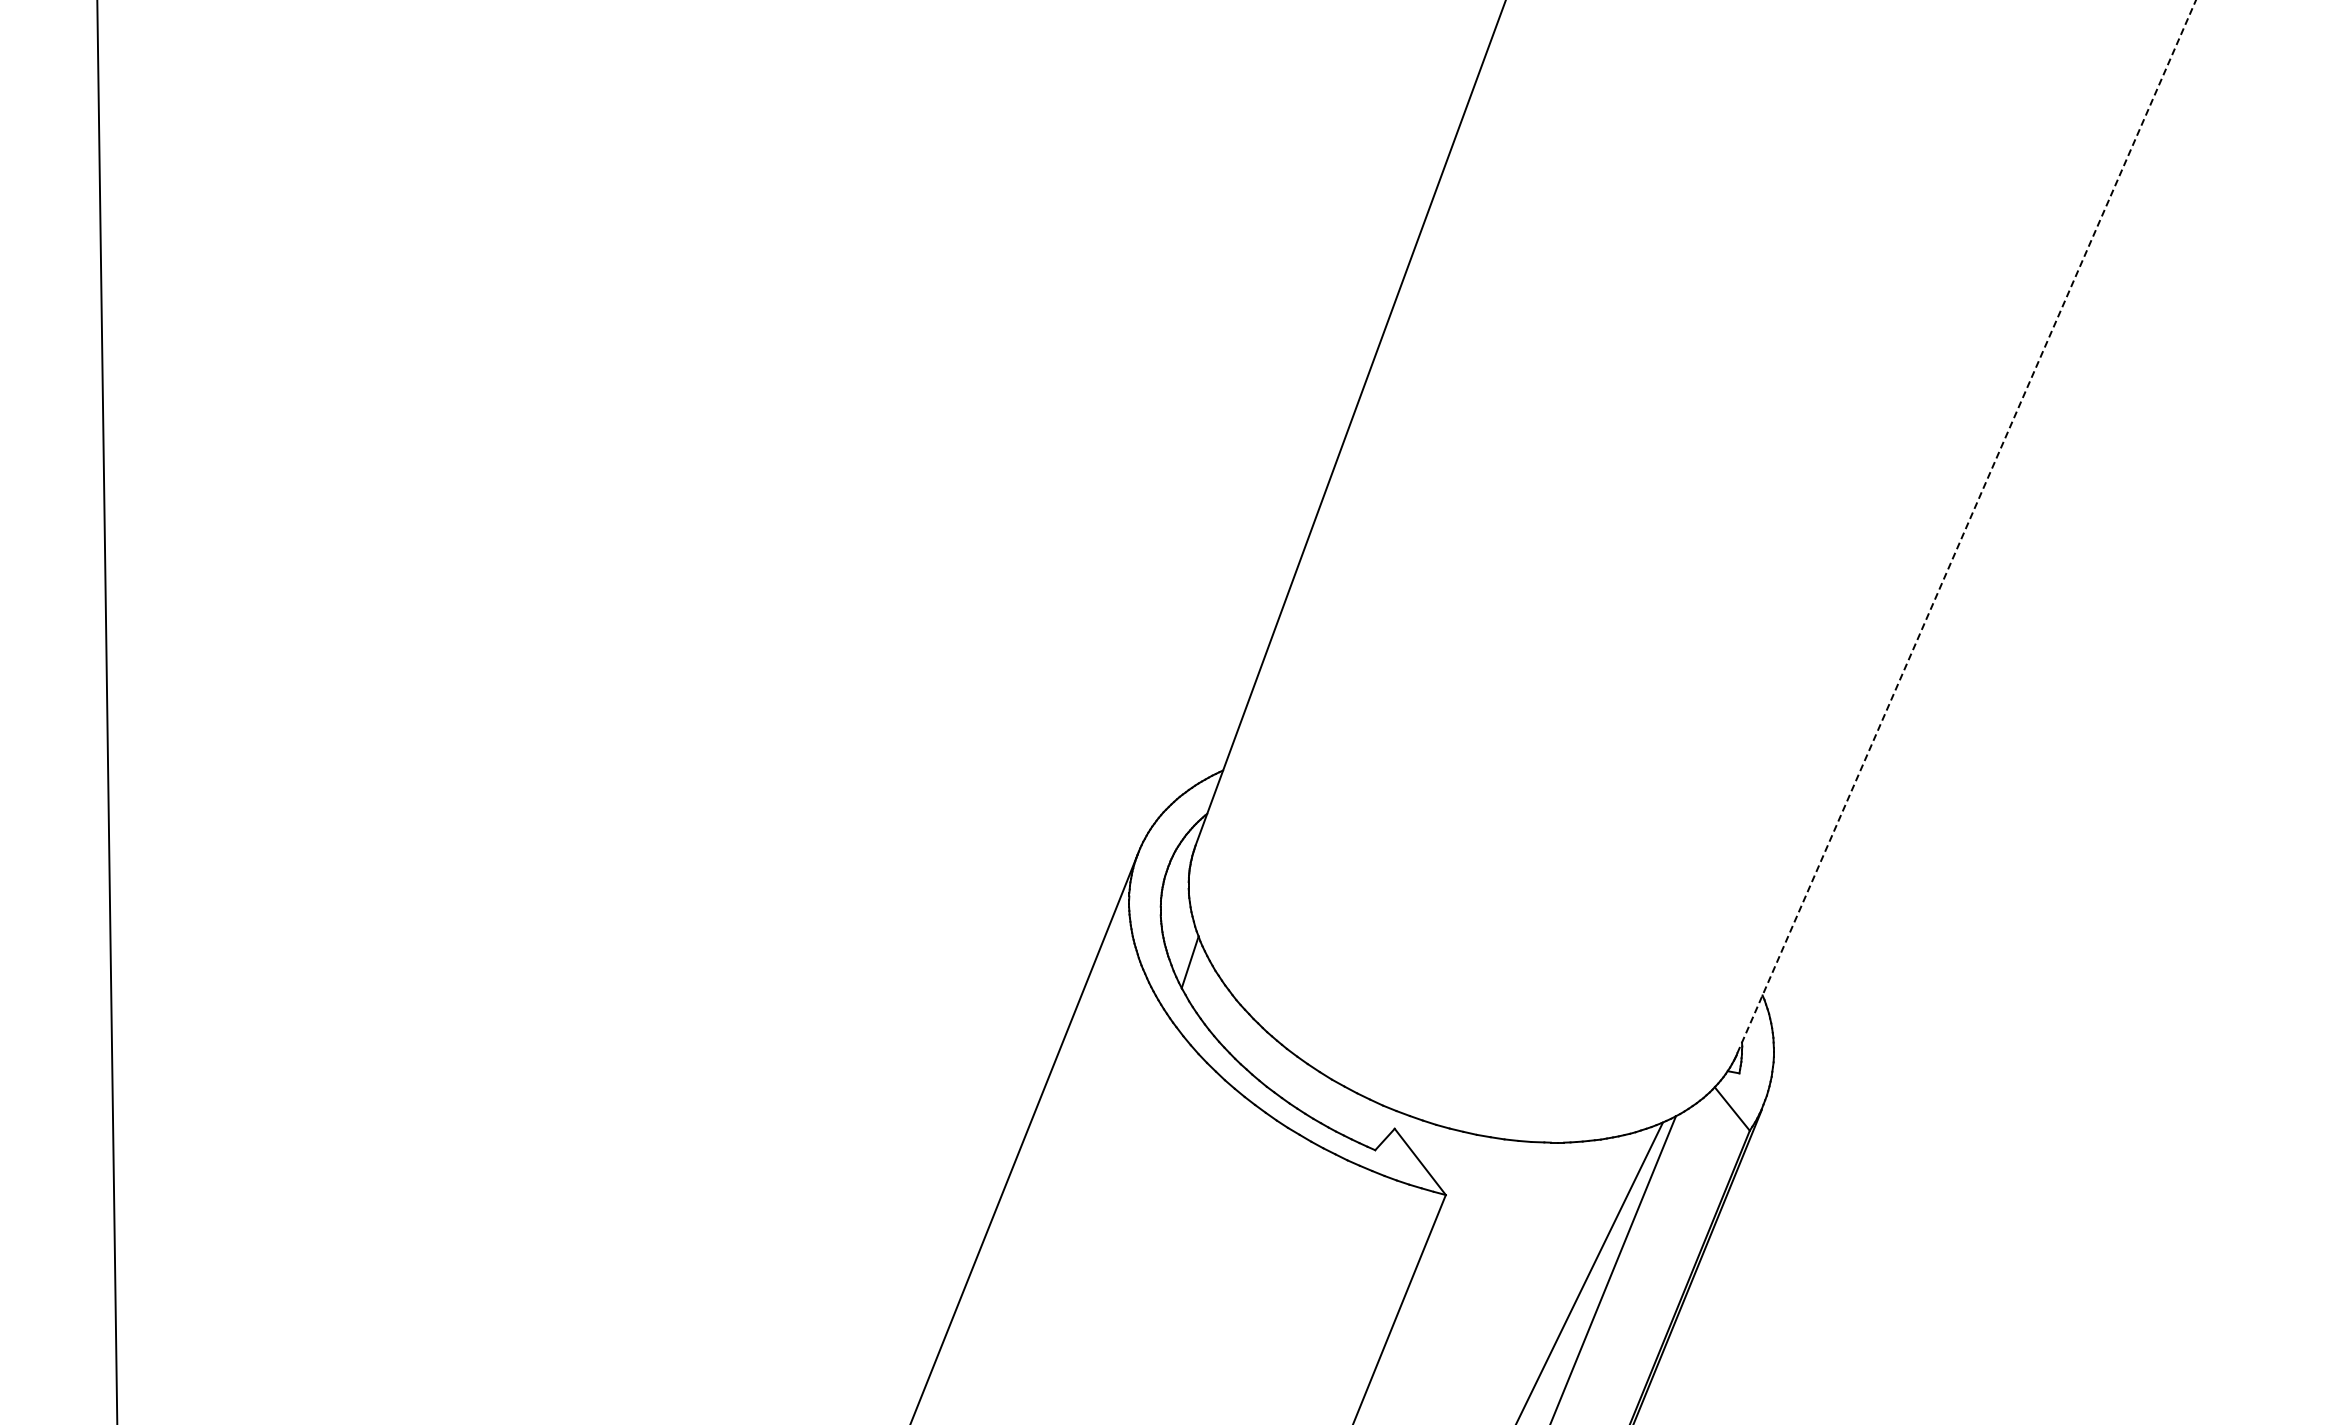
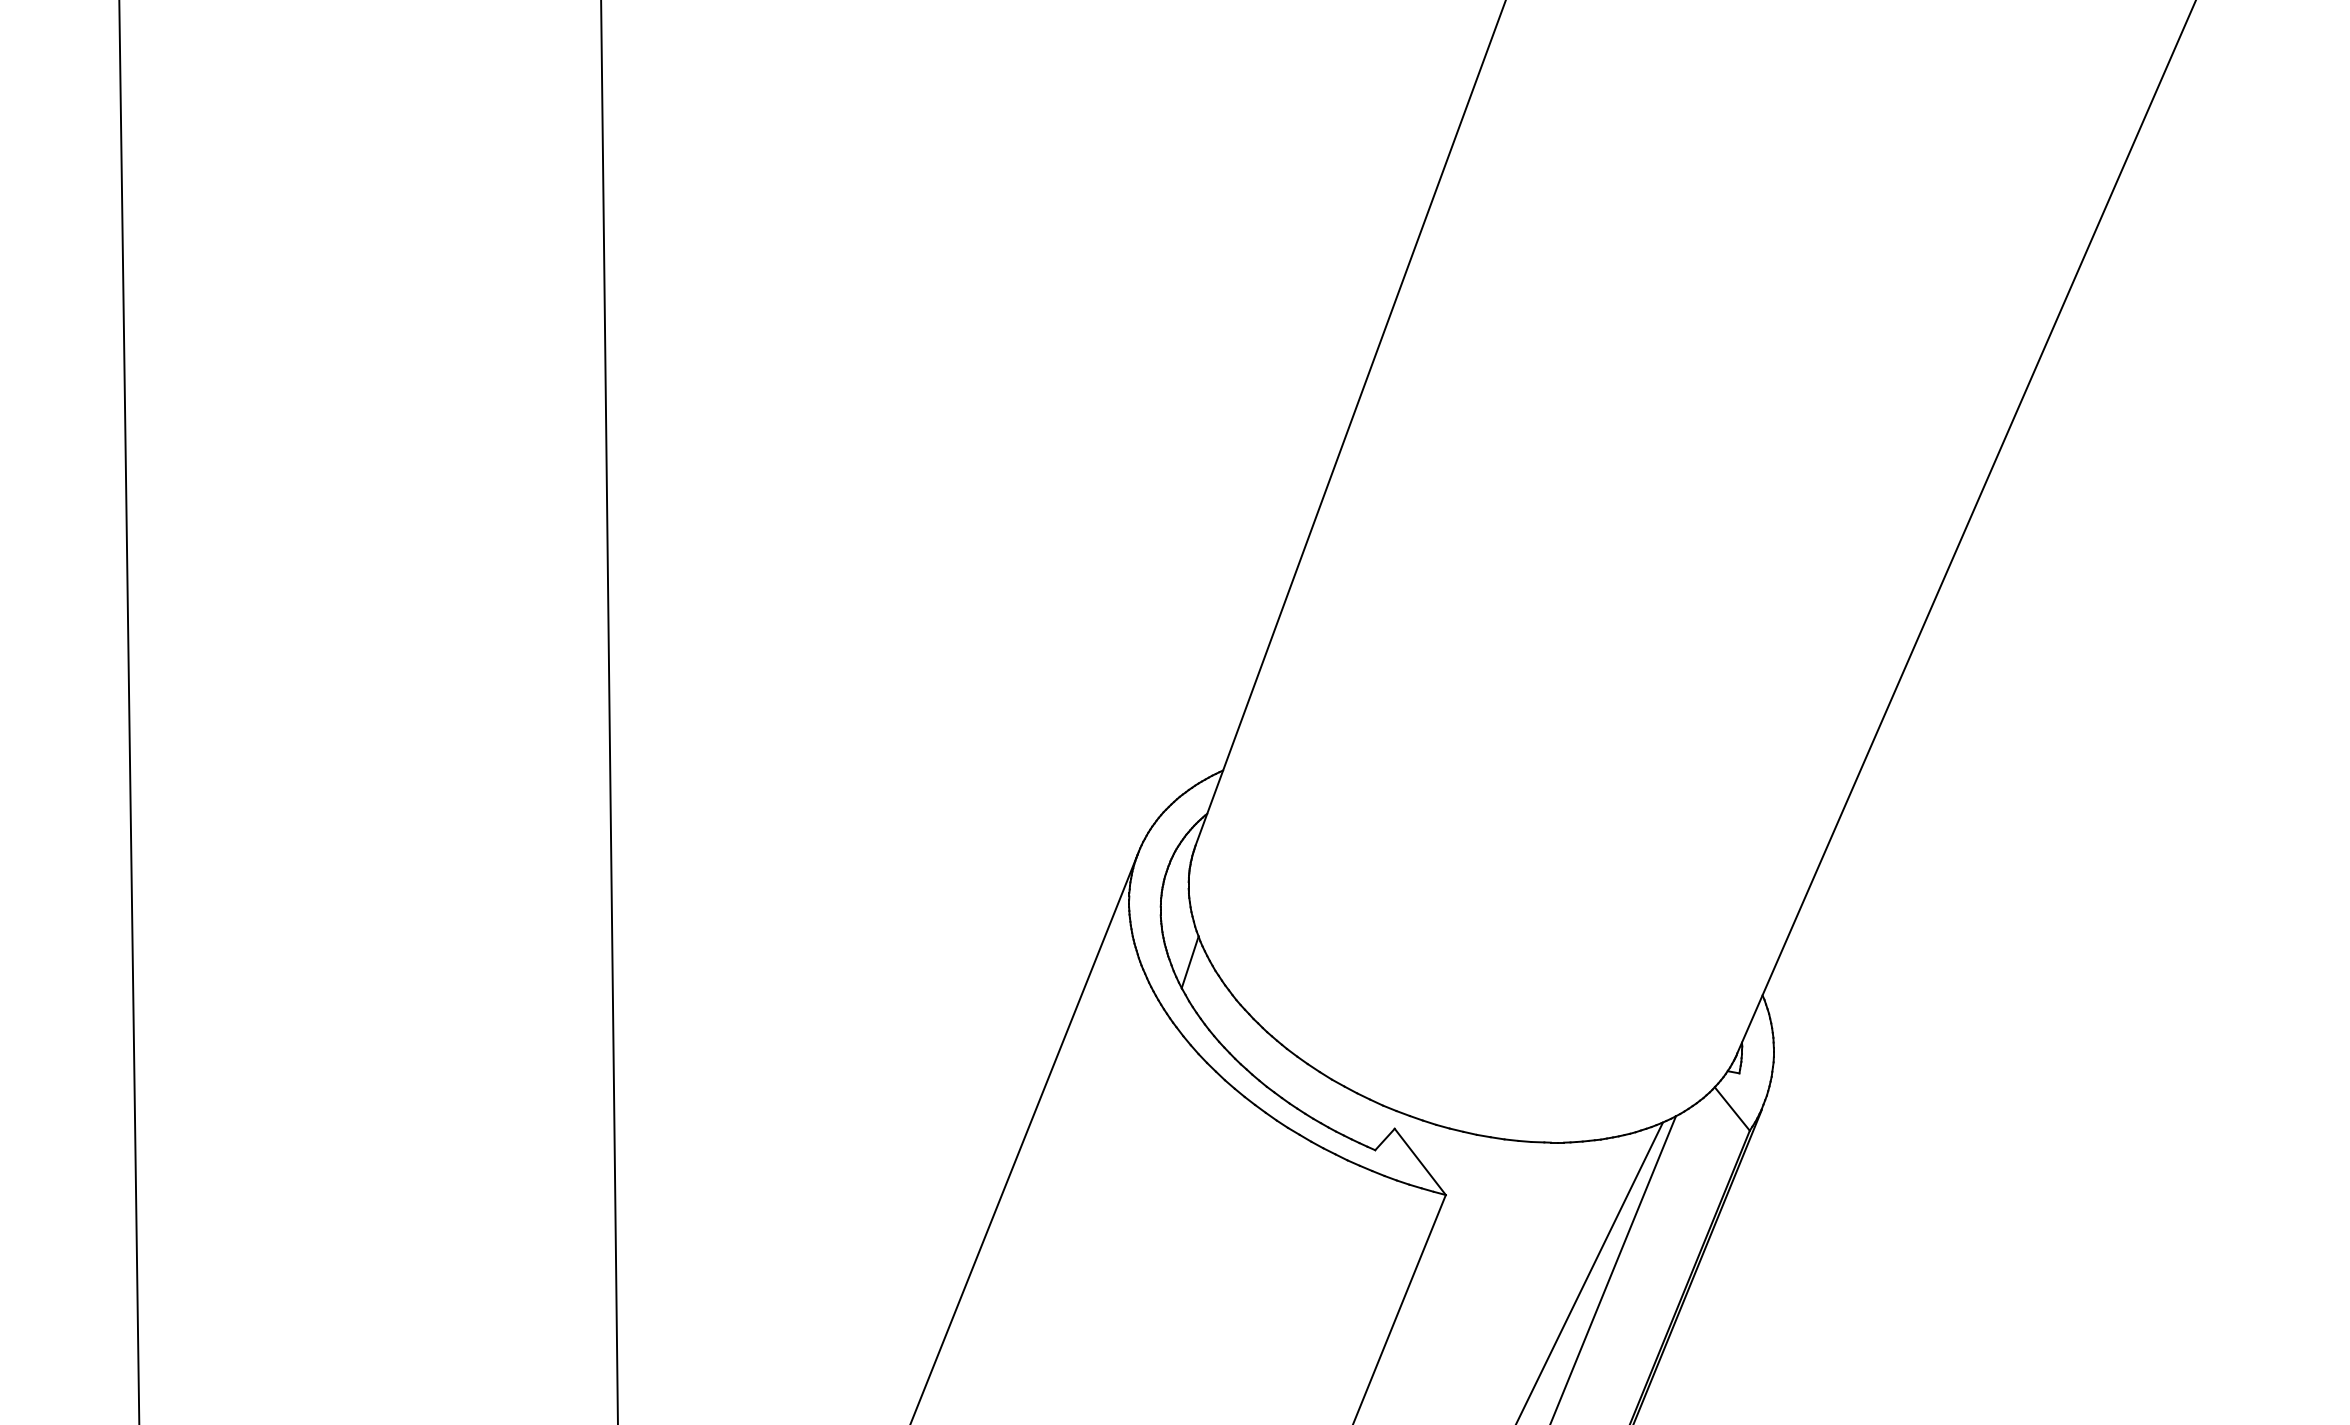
line at (1966, 526): dashed -> solid
line at (107, 711) position: (107, 711) -> (129, 711)
line at (609, 711): none -> present
